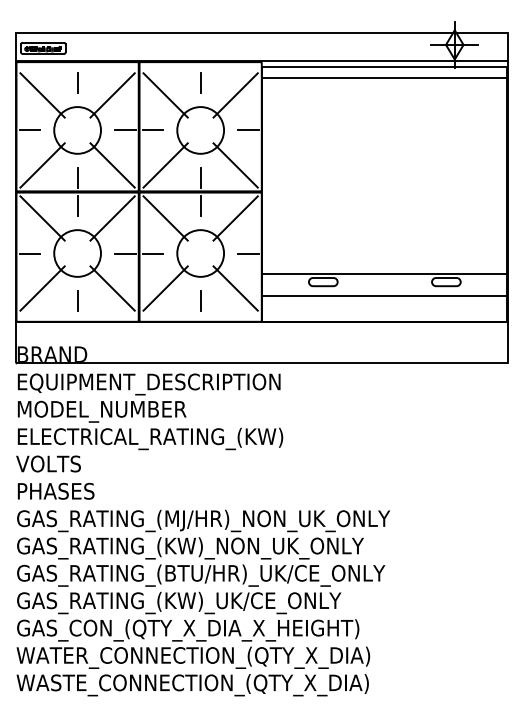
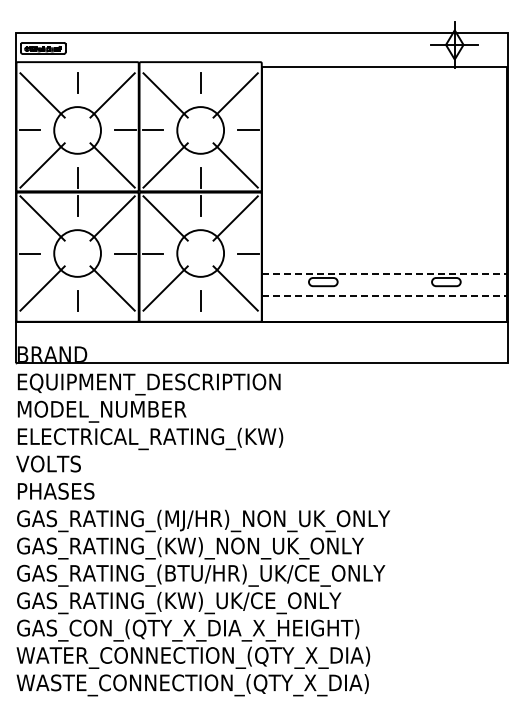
line at (261, 61): present -> none
line at (384, 78): present -> none
line at (385, 273): solid -> dashed
line at (385, 295): solid -> dashed
